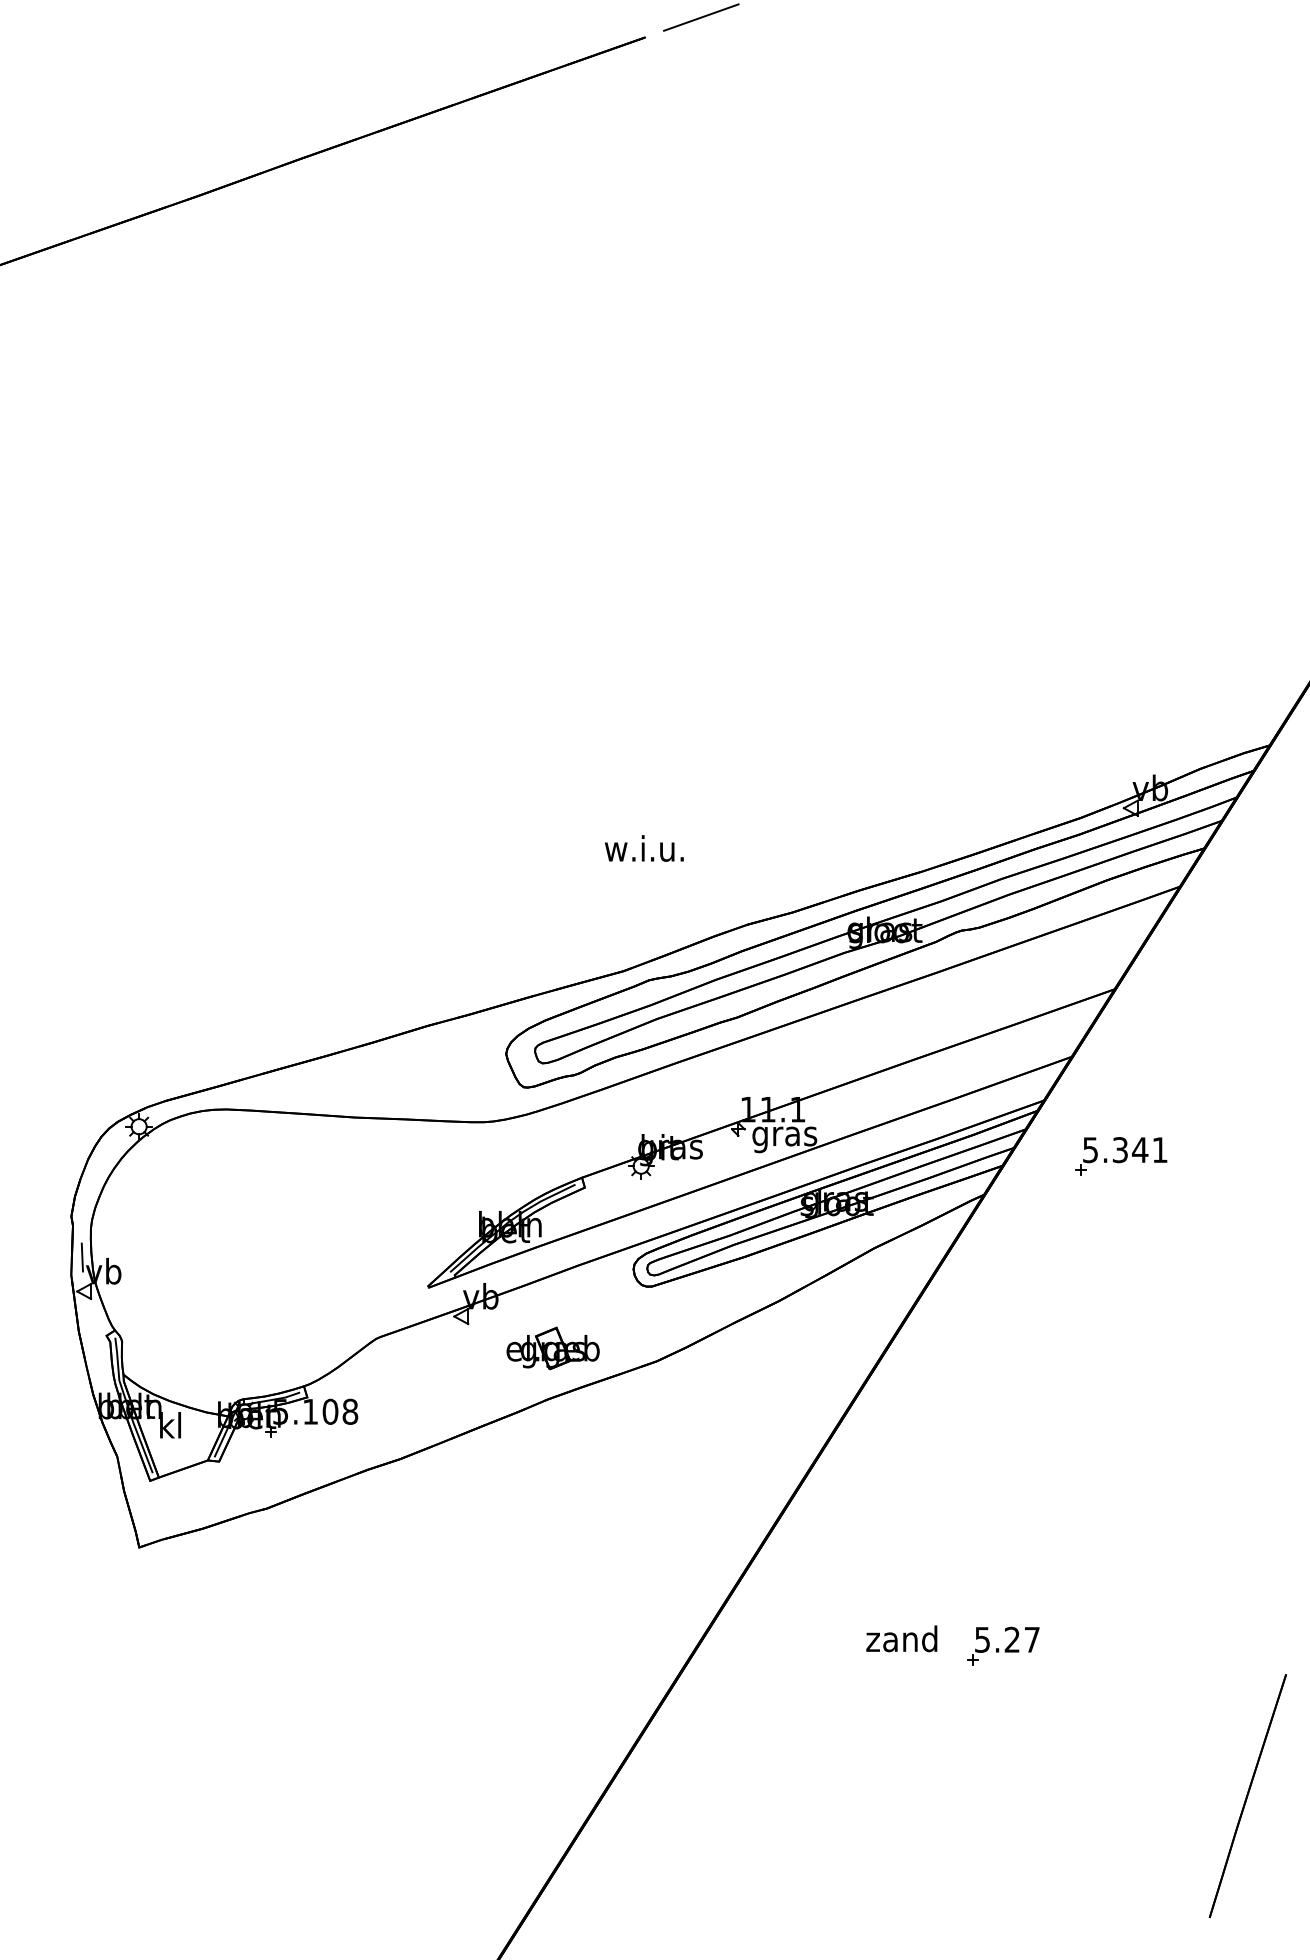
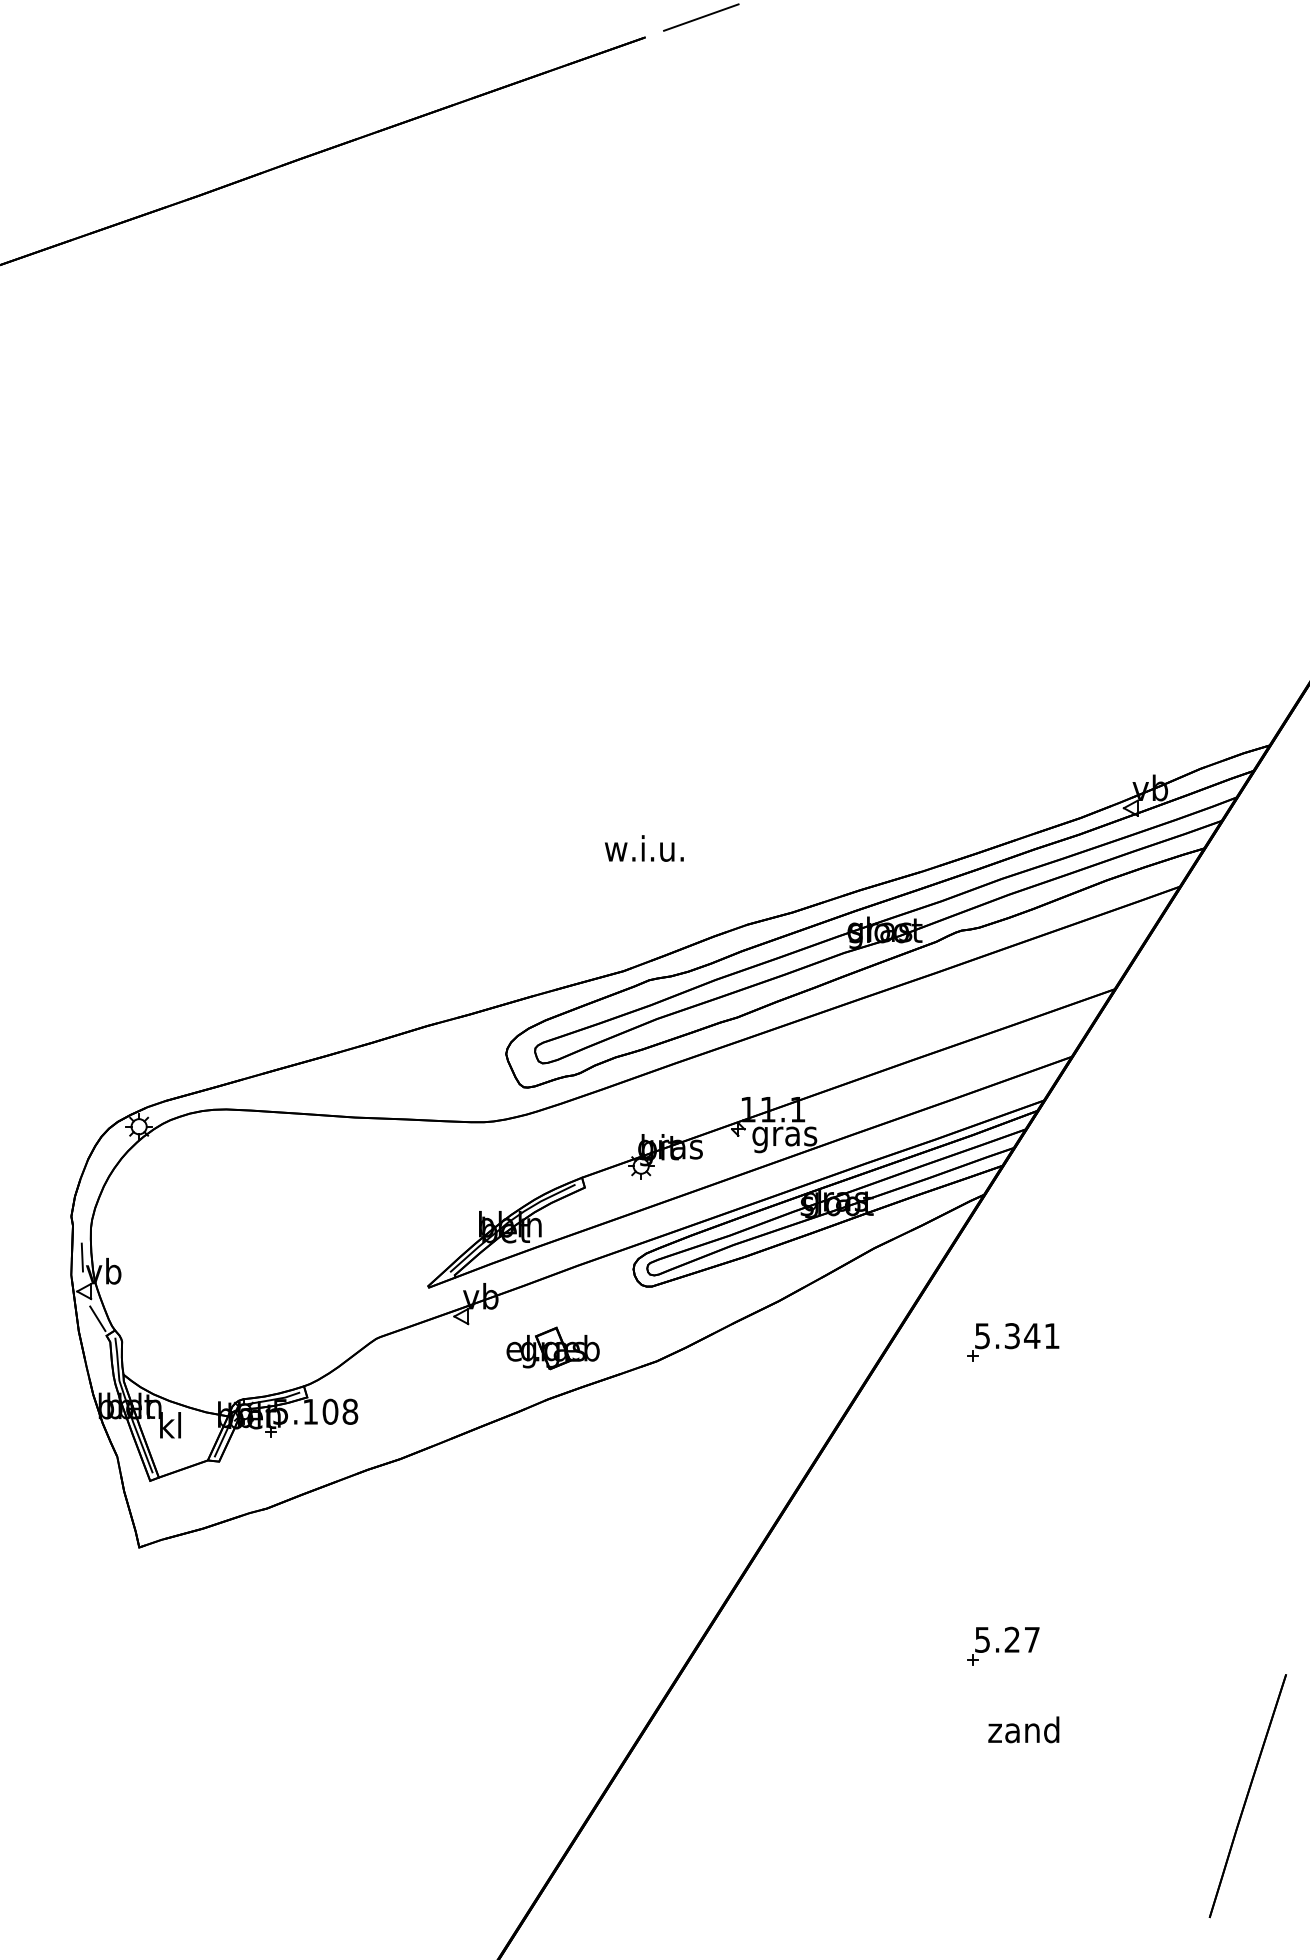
part at (1121, 1156) position: (1121, 1156) -> (1013, 1342)
line at (97, 1318): none -> present
text at (901, 1638) position: (901, 1638) -> (1023, 1729)
